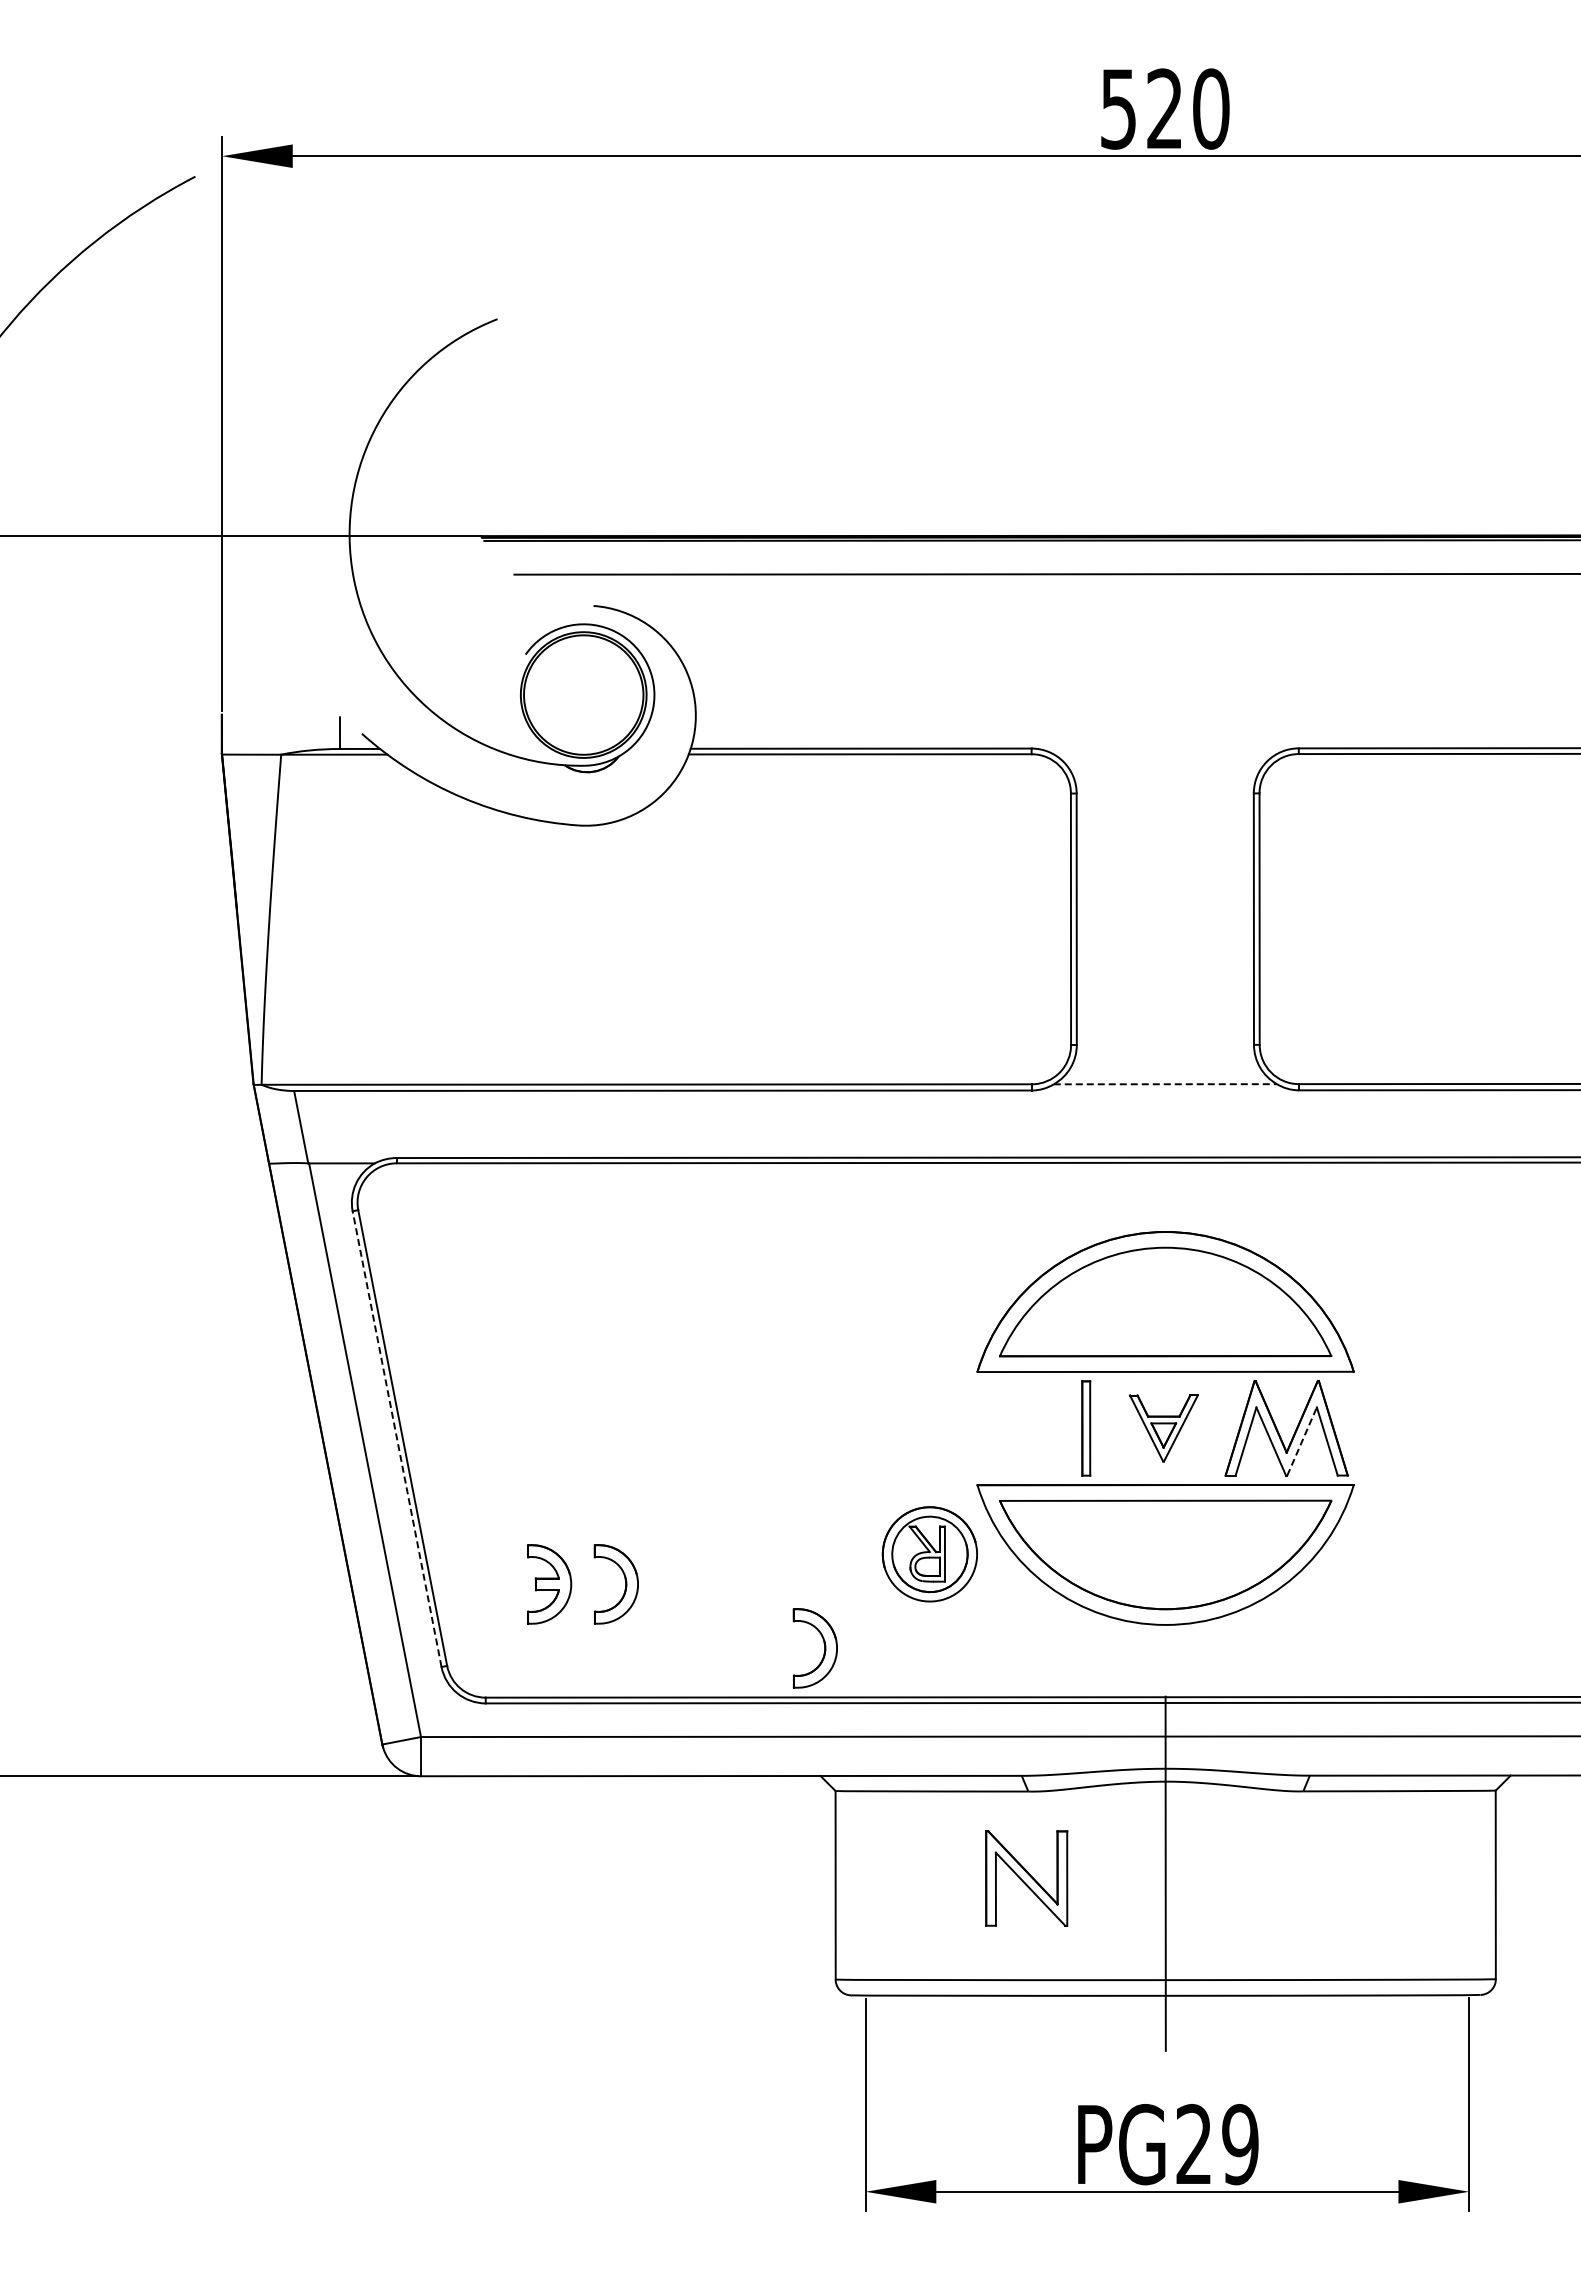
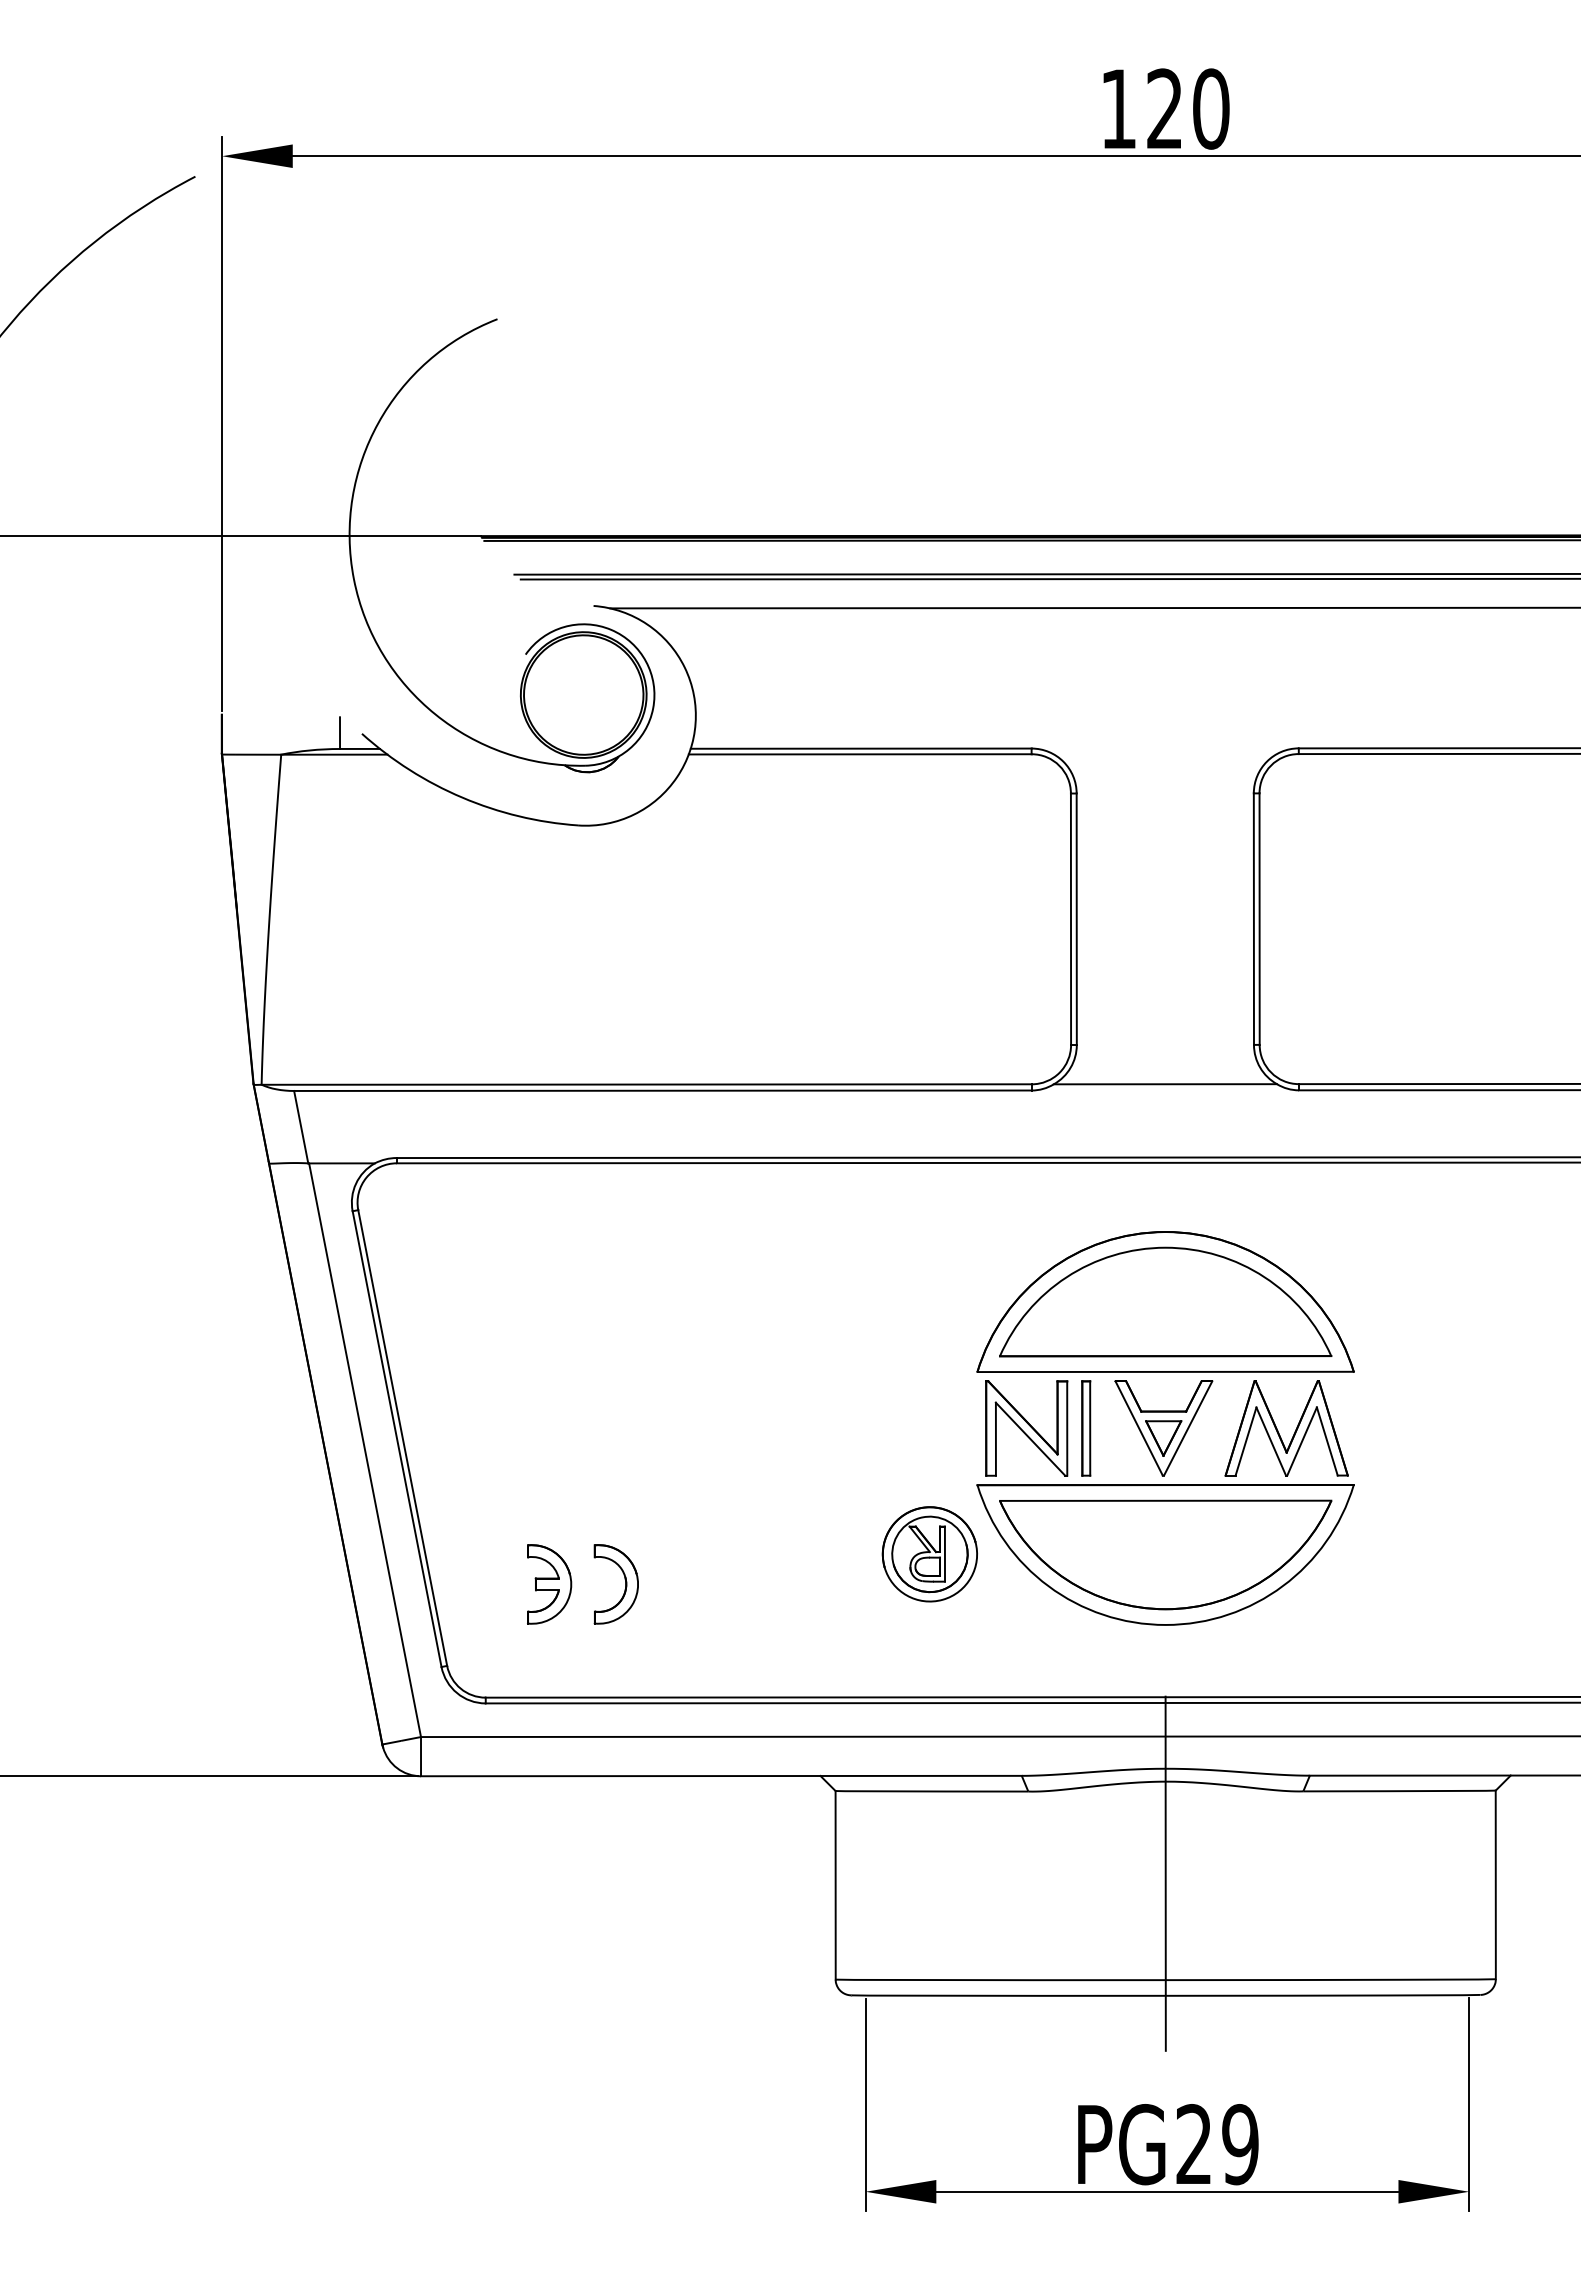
text at (1118, 109): 520 -> 120
line at (1048, 578): none -> present
line at (1093, 607): none -> present
line at (1165, 1084): dashed -> solid
part at (1163, 1428) size: 70x69 px -> 100x97 px
line at (397, 1438): dashed -> solid
line at (1302, 1441): dashed -> solid
part at (824, 1648): present -> none
part at (1026, 1878) position: (1026, 1878) -> (1026, 1428)
